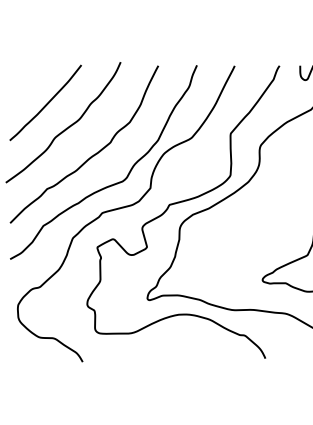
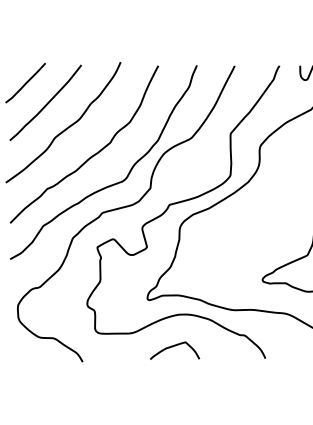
line at (25, 82): none -> present
curve at (175, 346): none -> present
